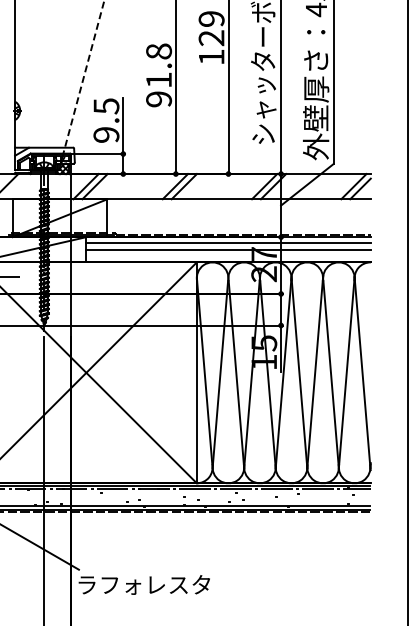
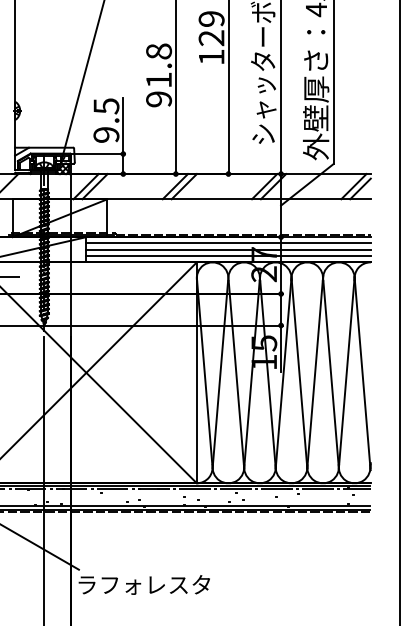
line at (83, 79): dashed -> solid
line at (228, 256): none -> present
line at (408, 312) position: (408, 312) -> (400, 312)
